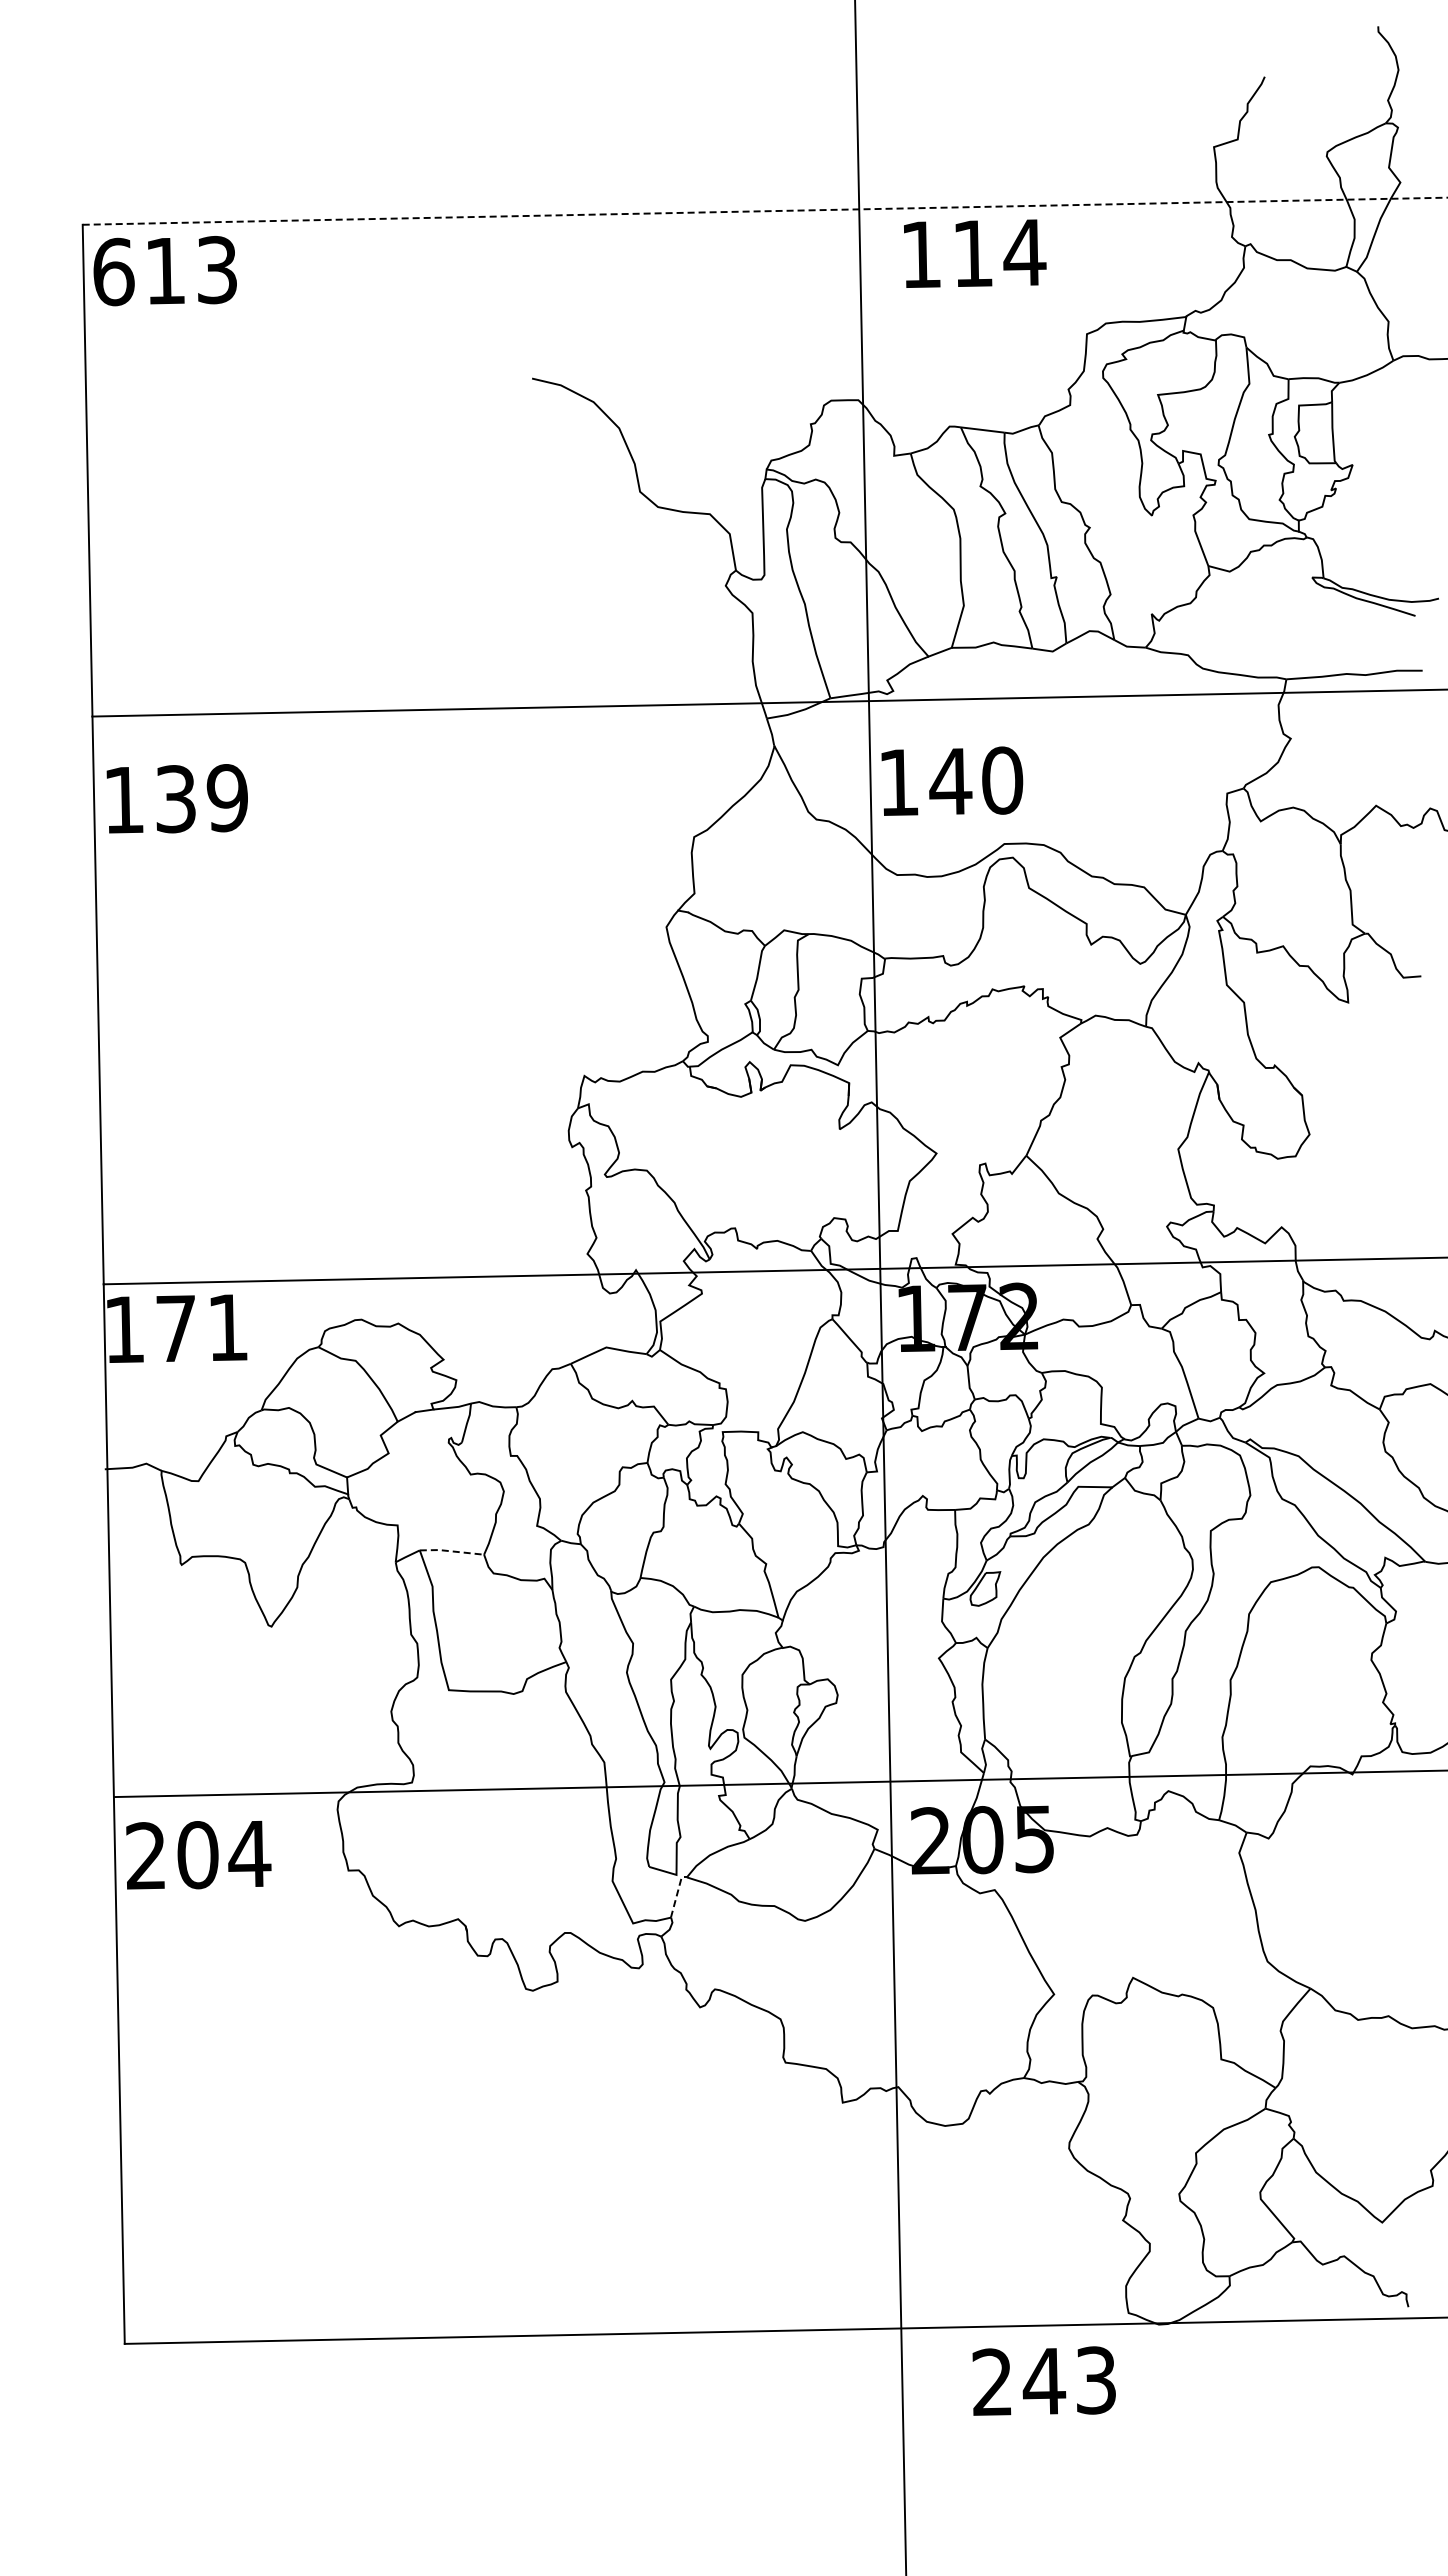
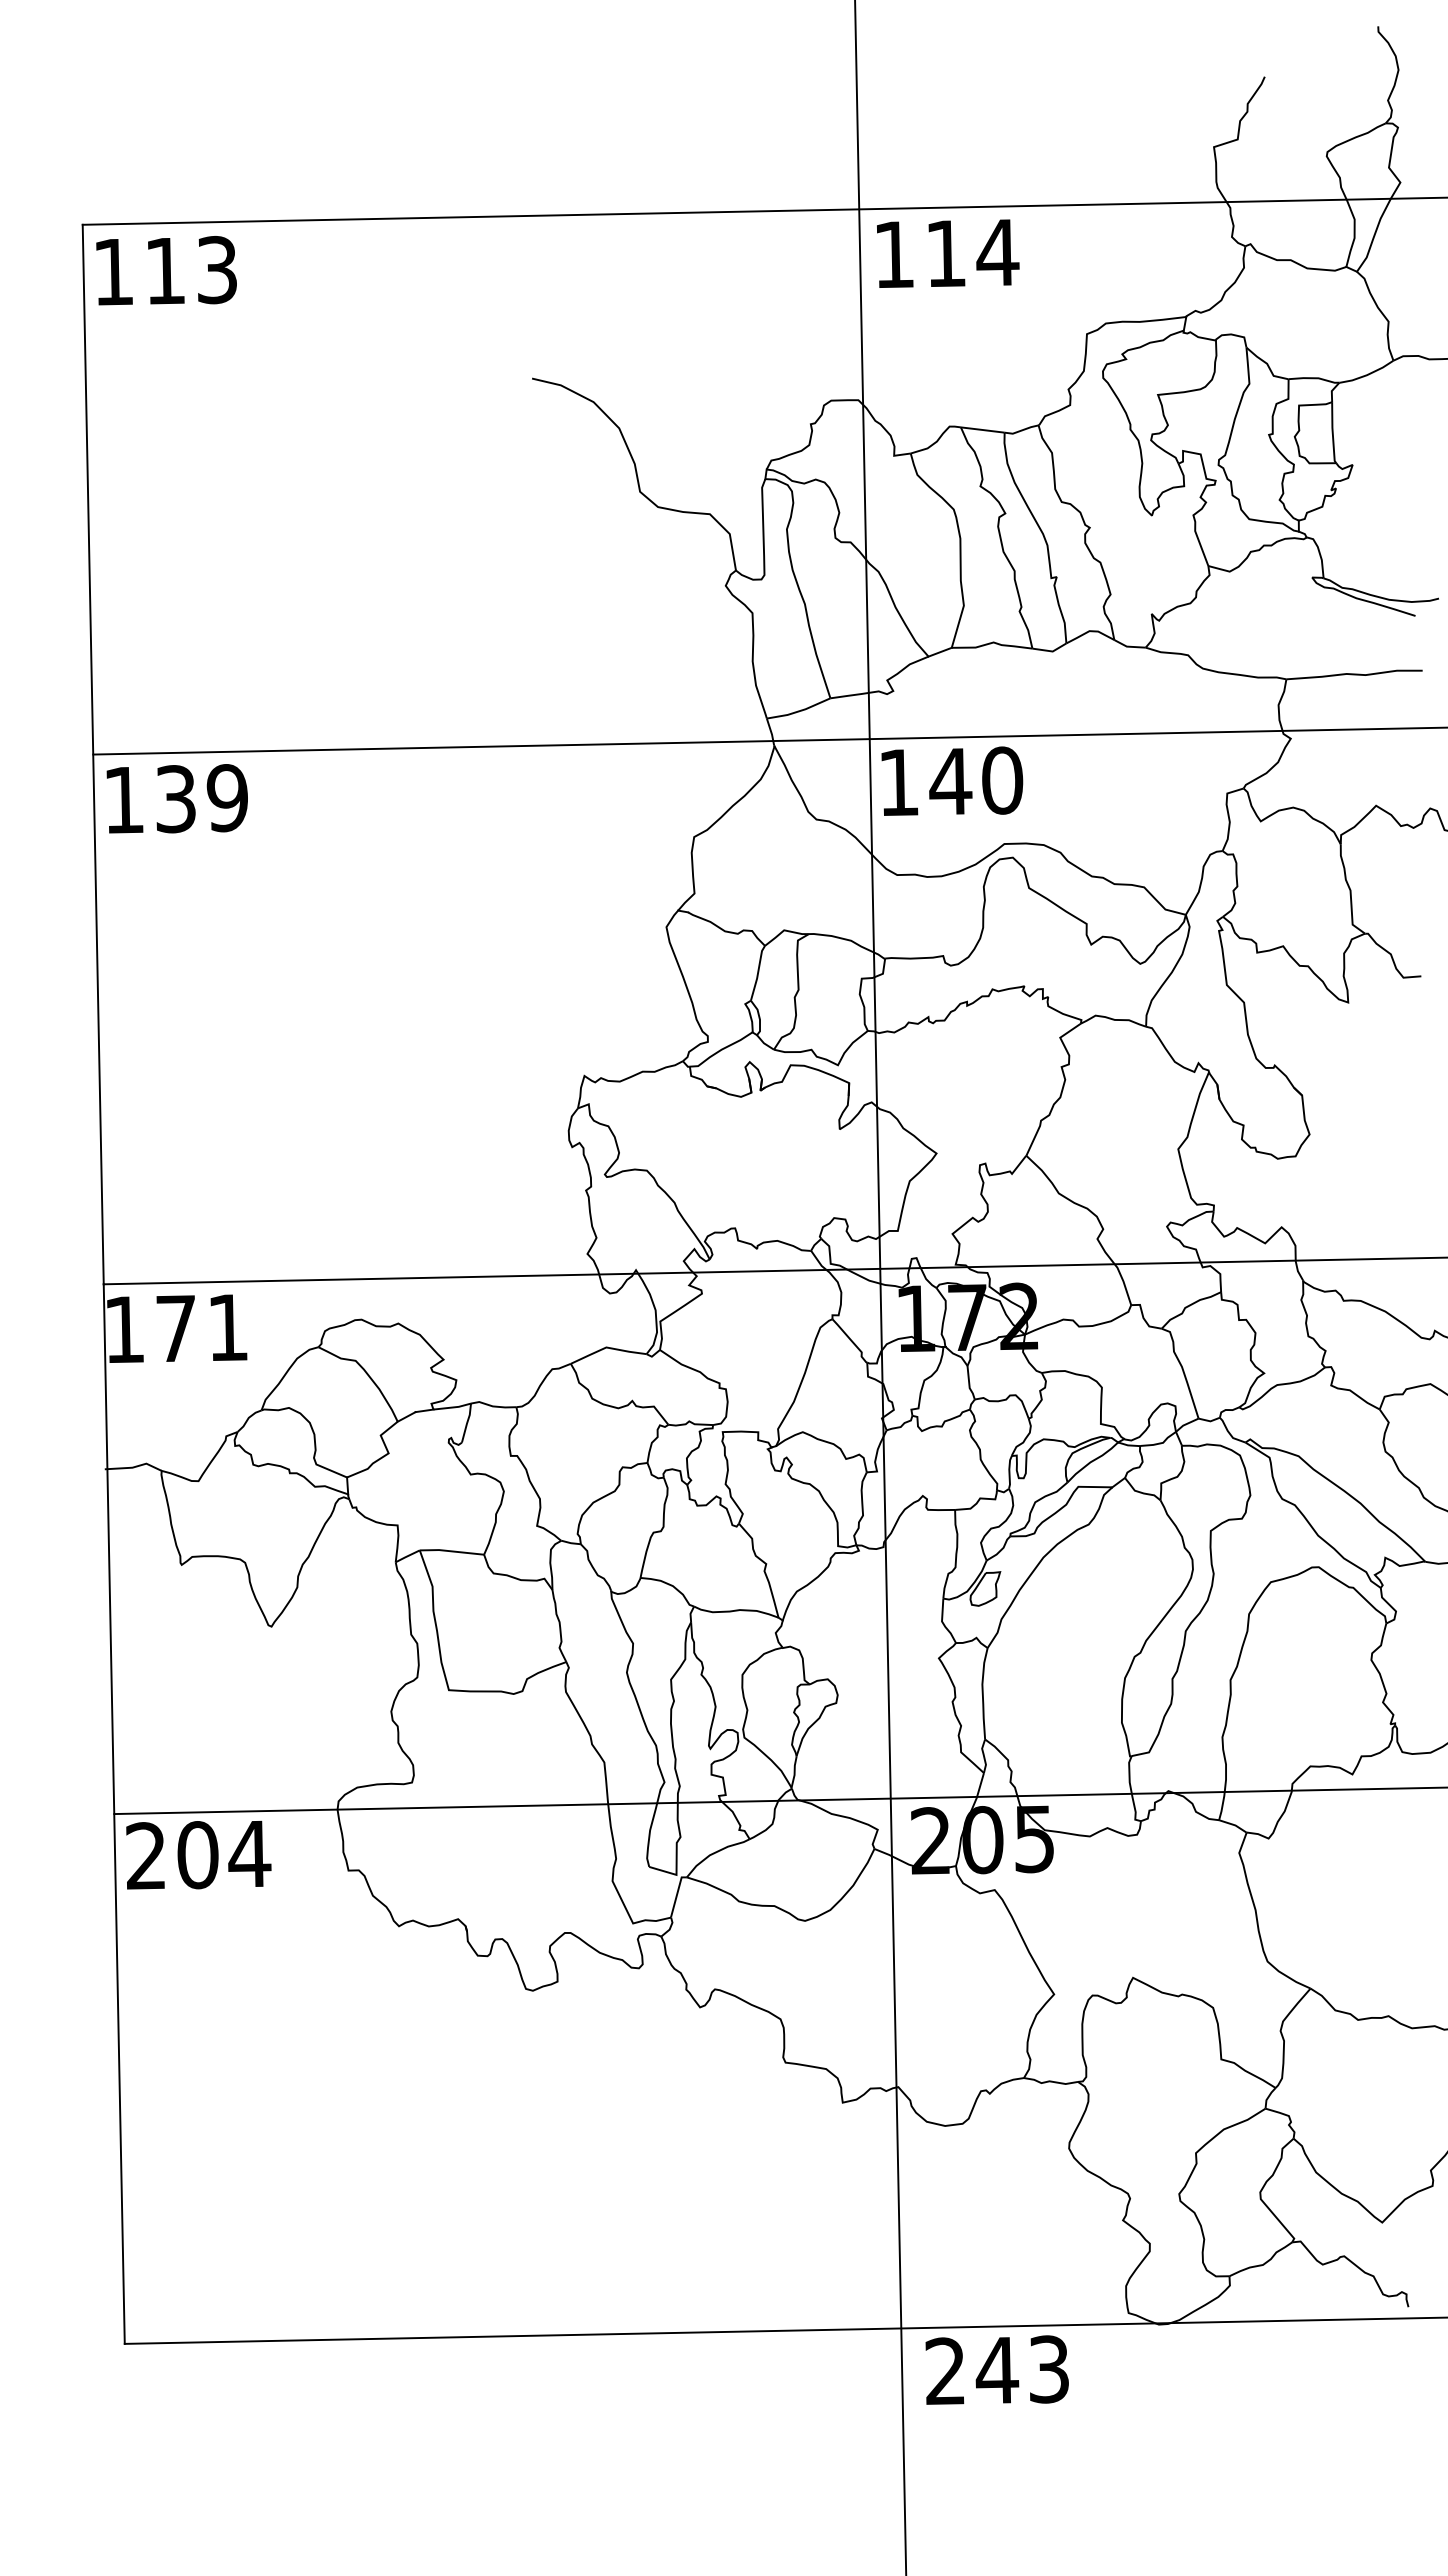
line at (765, 211): dashed -> solid
text at (975, 253) position: (975, 253) -> (948, 253)
text at (113, 271): 613 -> 113
line at (768, 702) position: (768, 702) -> (768, 740)
line at (451, 1551): dashed -> solid
line at (779, 1783) position: (779, 1783) -> (779, 1800)
line at (677, 1894): dashed -> solid
text at (1043, 2380) position: (1043, 2380) -> (996, 2369)
